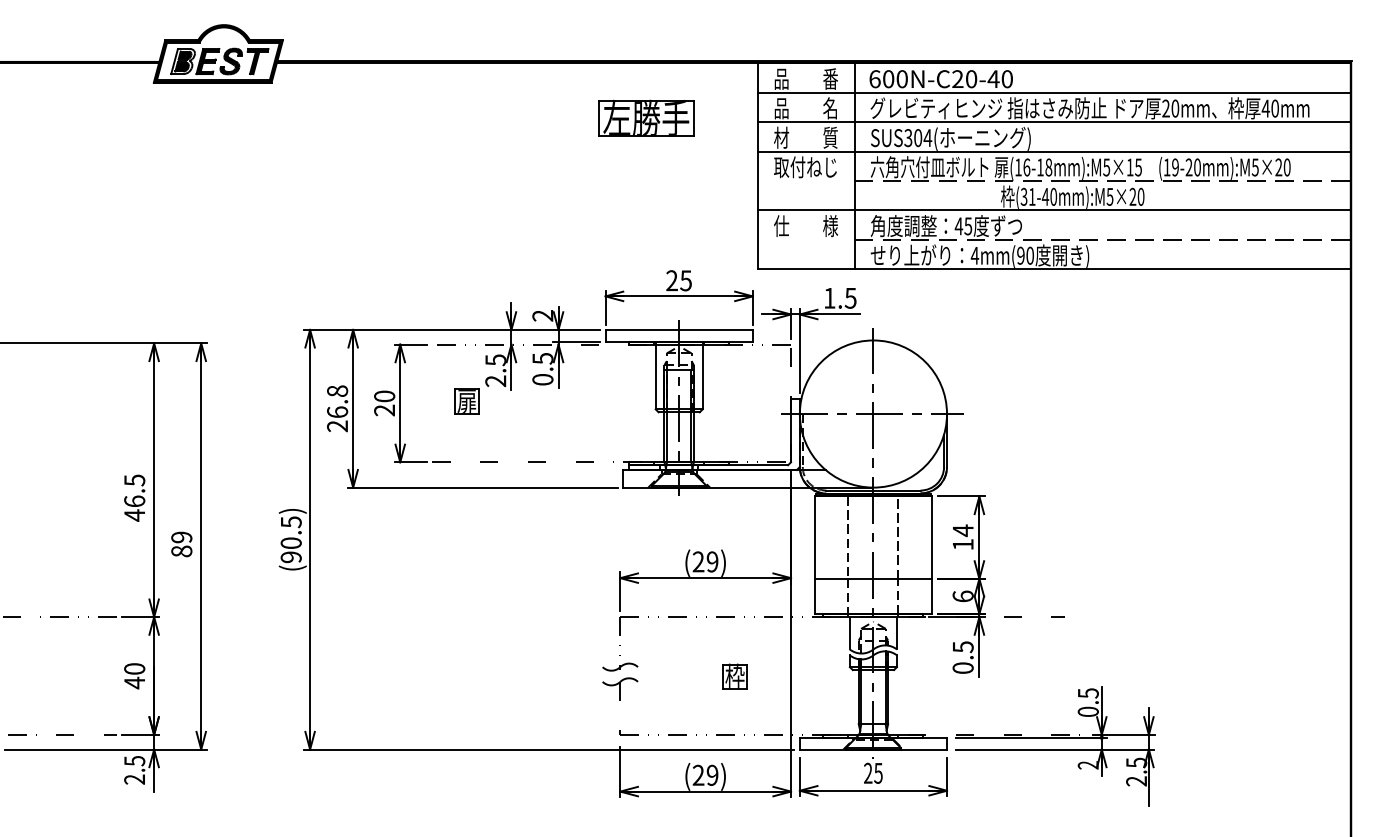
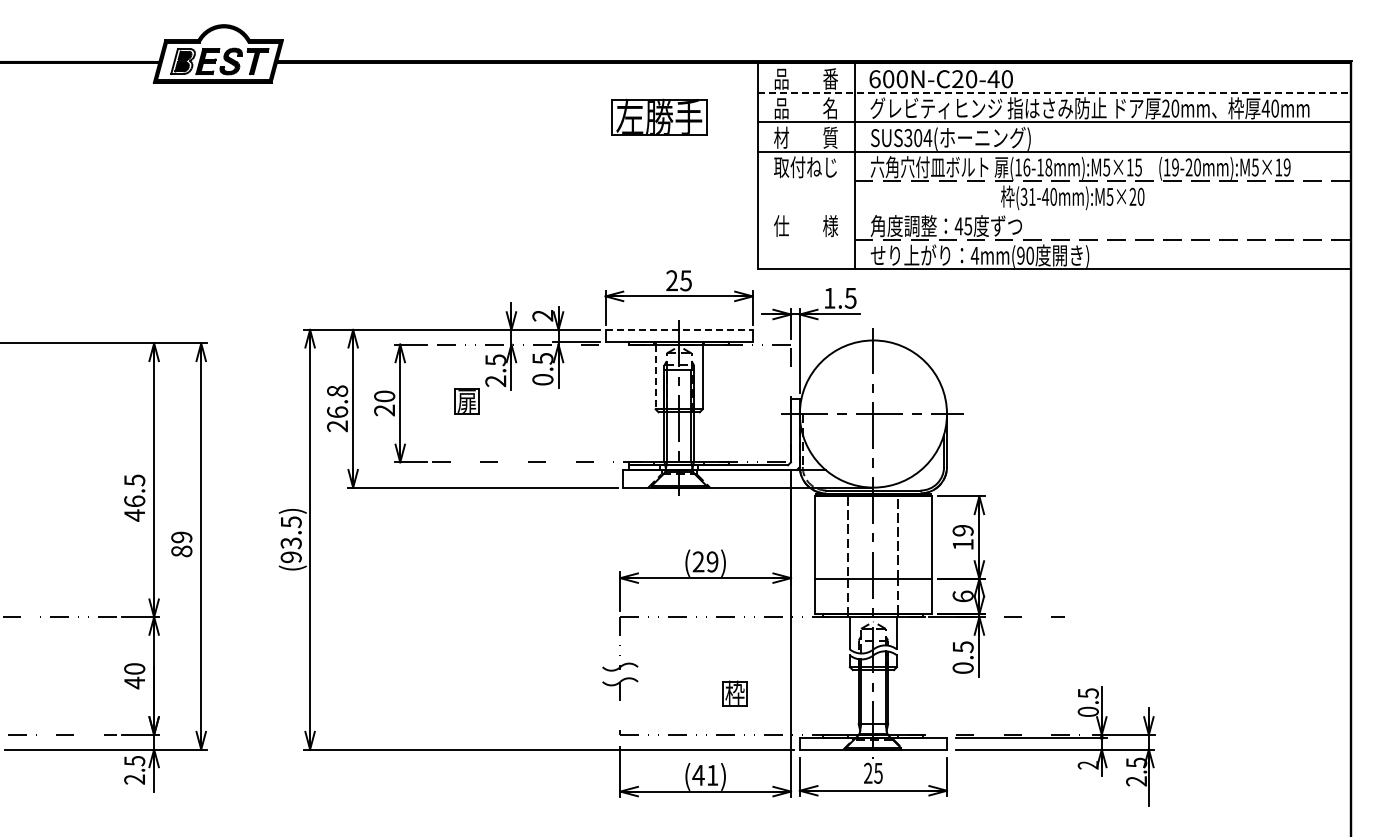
line at (1053, 92): solid -> dashed
part at (646, 117) position: (646, 117) -> (659, 116)
text at (1282, 167): (19-20mm):M5×20 -> (19-20mm):M5×19
line at (1053, 210): present -> none
line at (679, 329): solid -> dashed
line at (655, 377): solid -> dashed
text at (962, 530): 14 -> 19
text at (290, 543): (90.5) -> (93.5)
part at (734, 676) position: (734, 676) -> (734, 693)
text at (705, 774): (29) -> (41)
